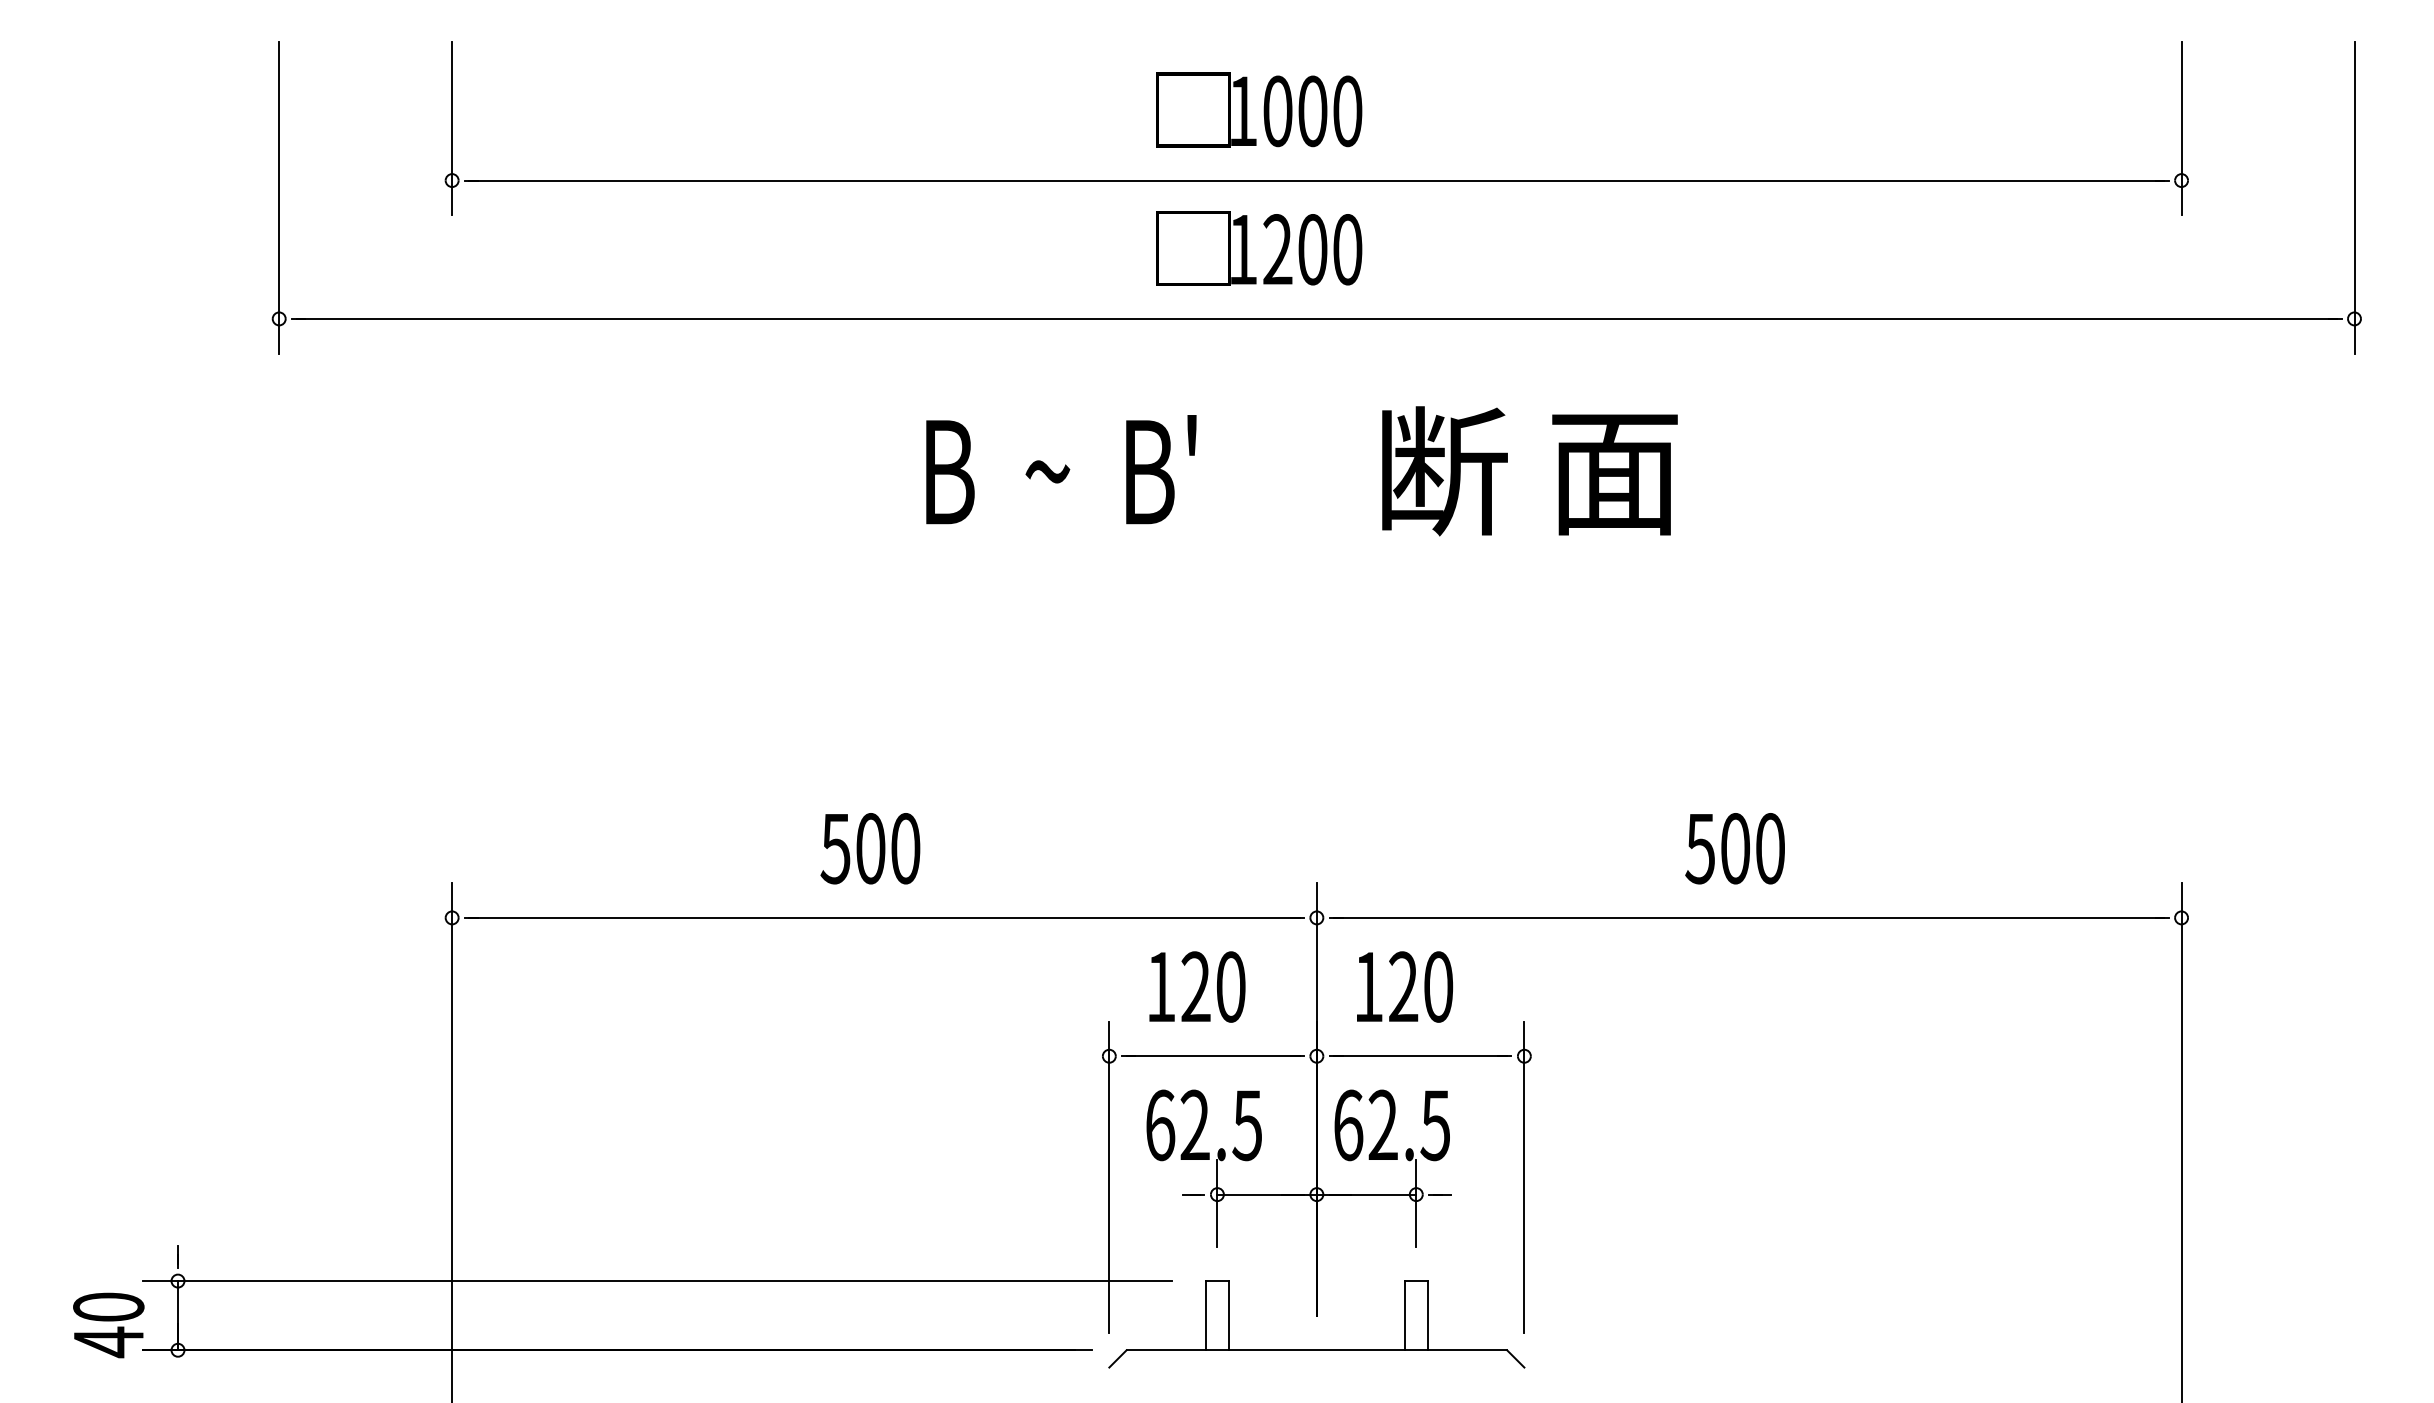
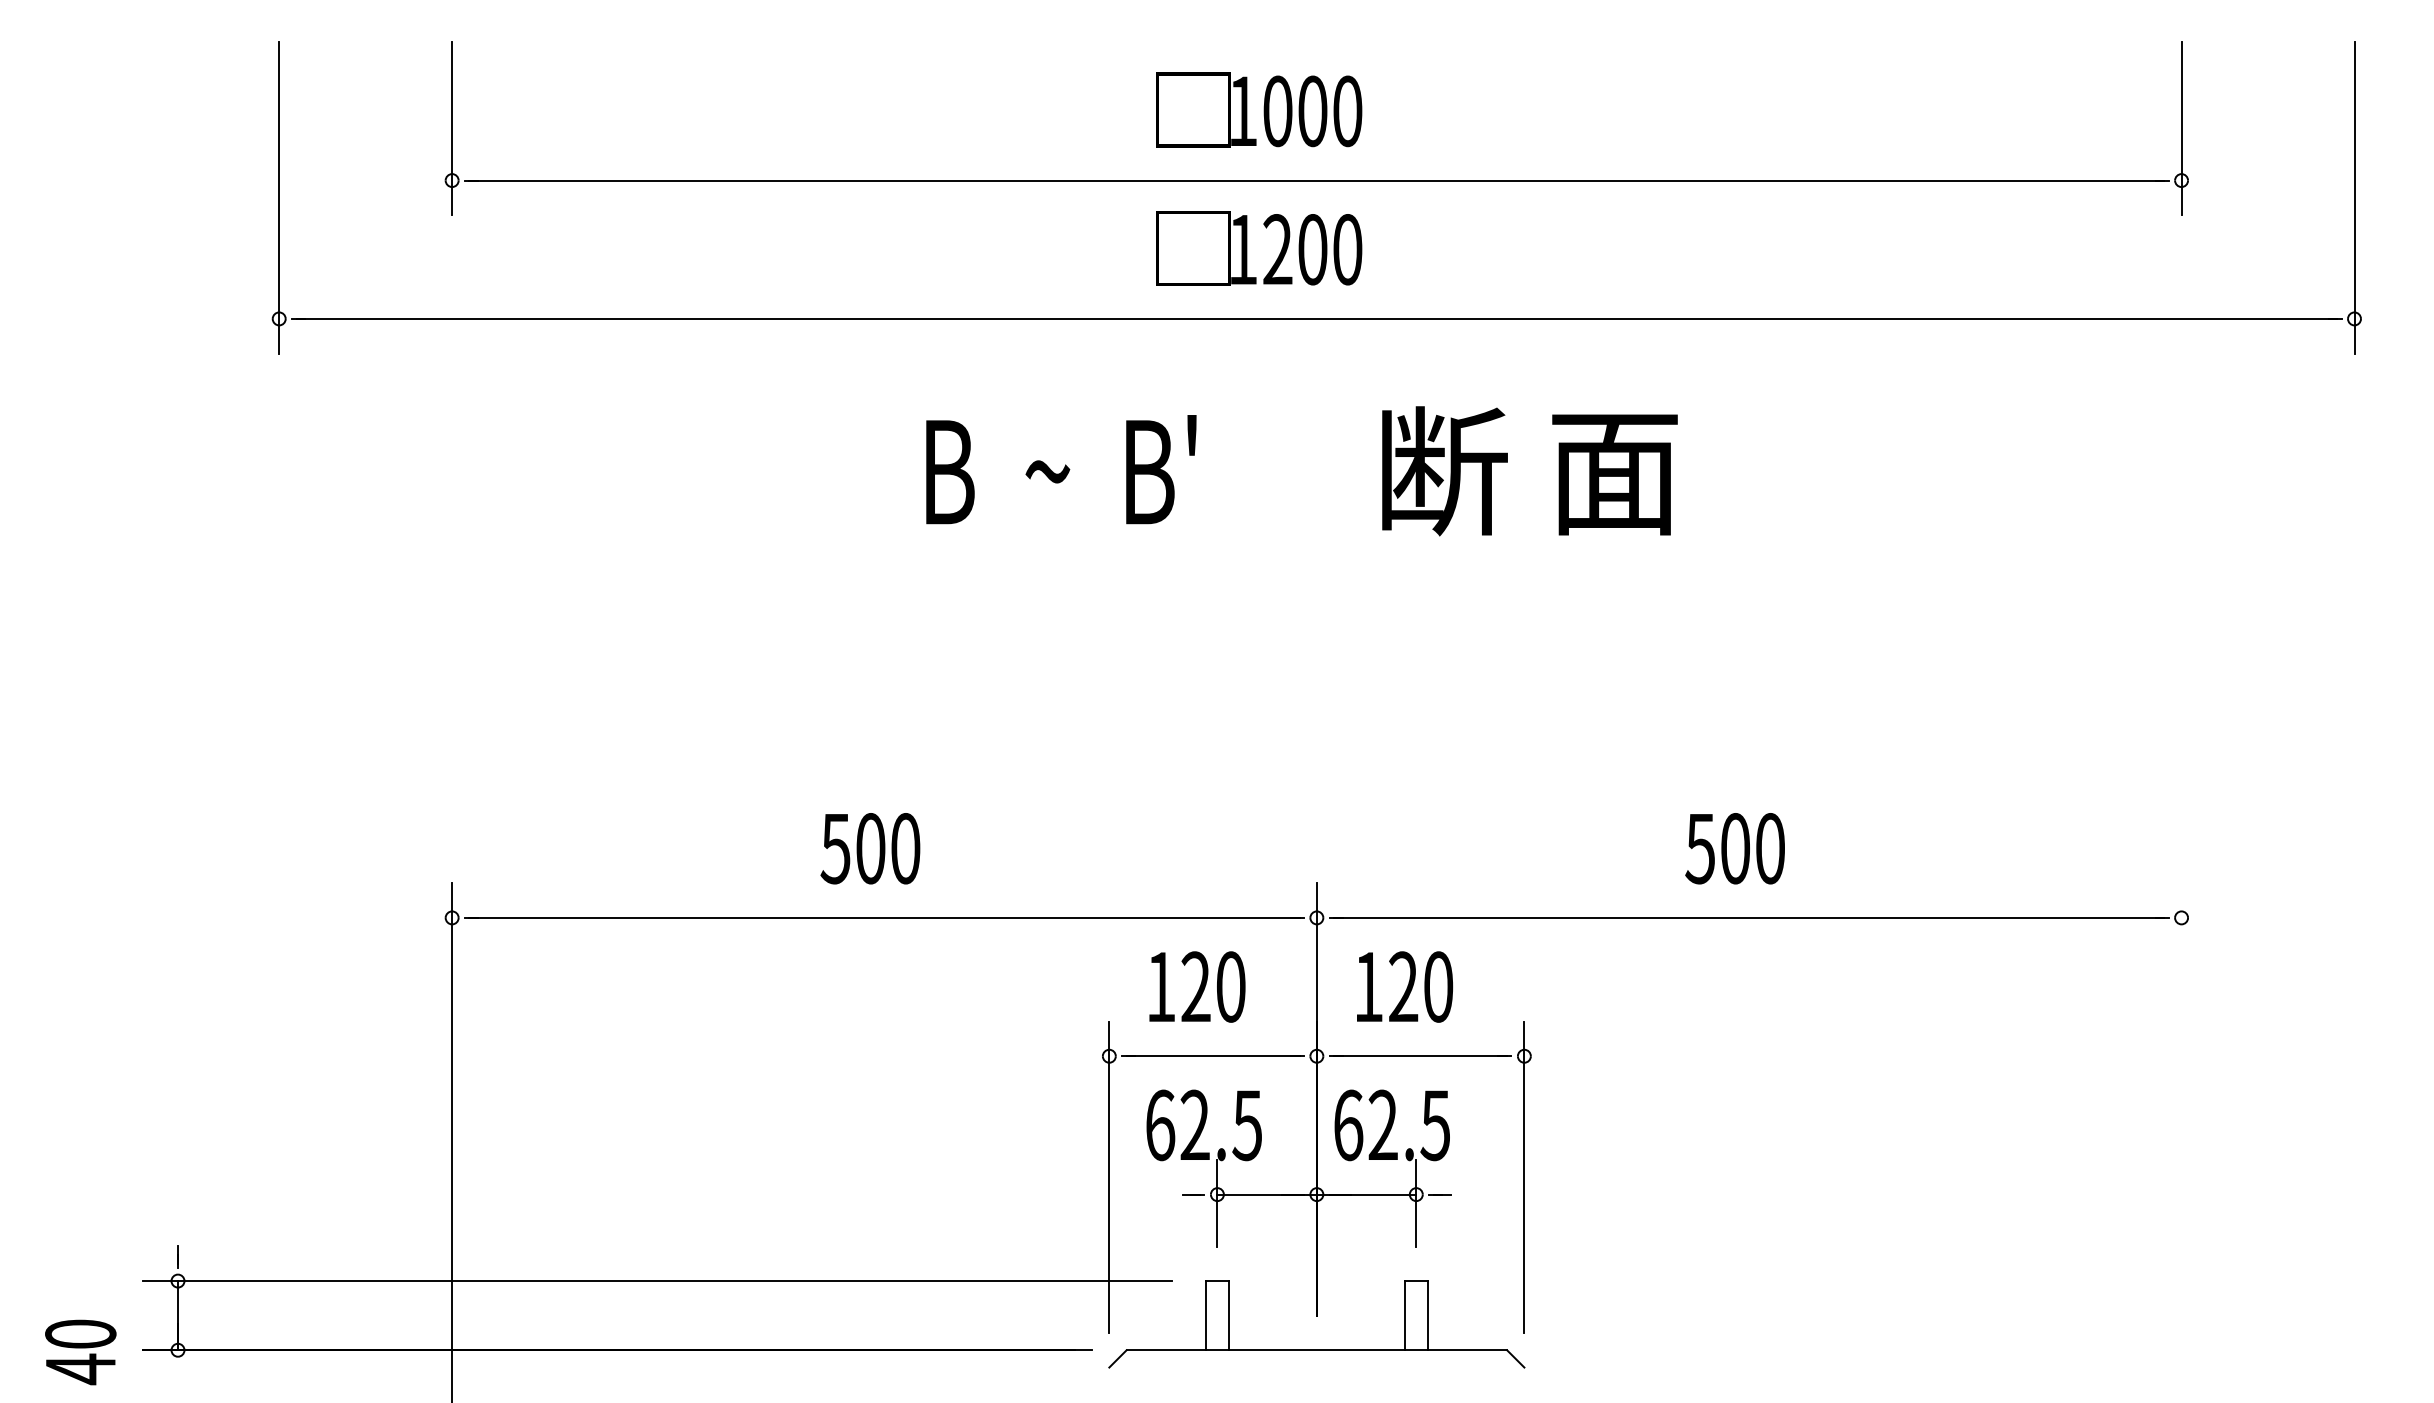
line at (2181, 1141): present -> none
text at (108, 1325) position: (108, 1325) -> (80, 1352)
